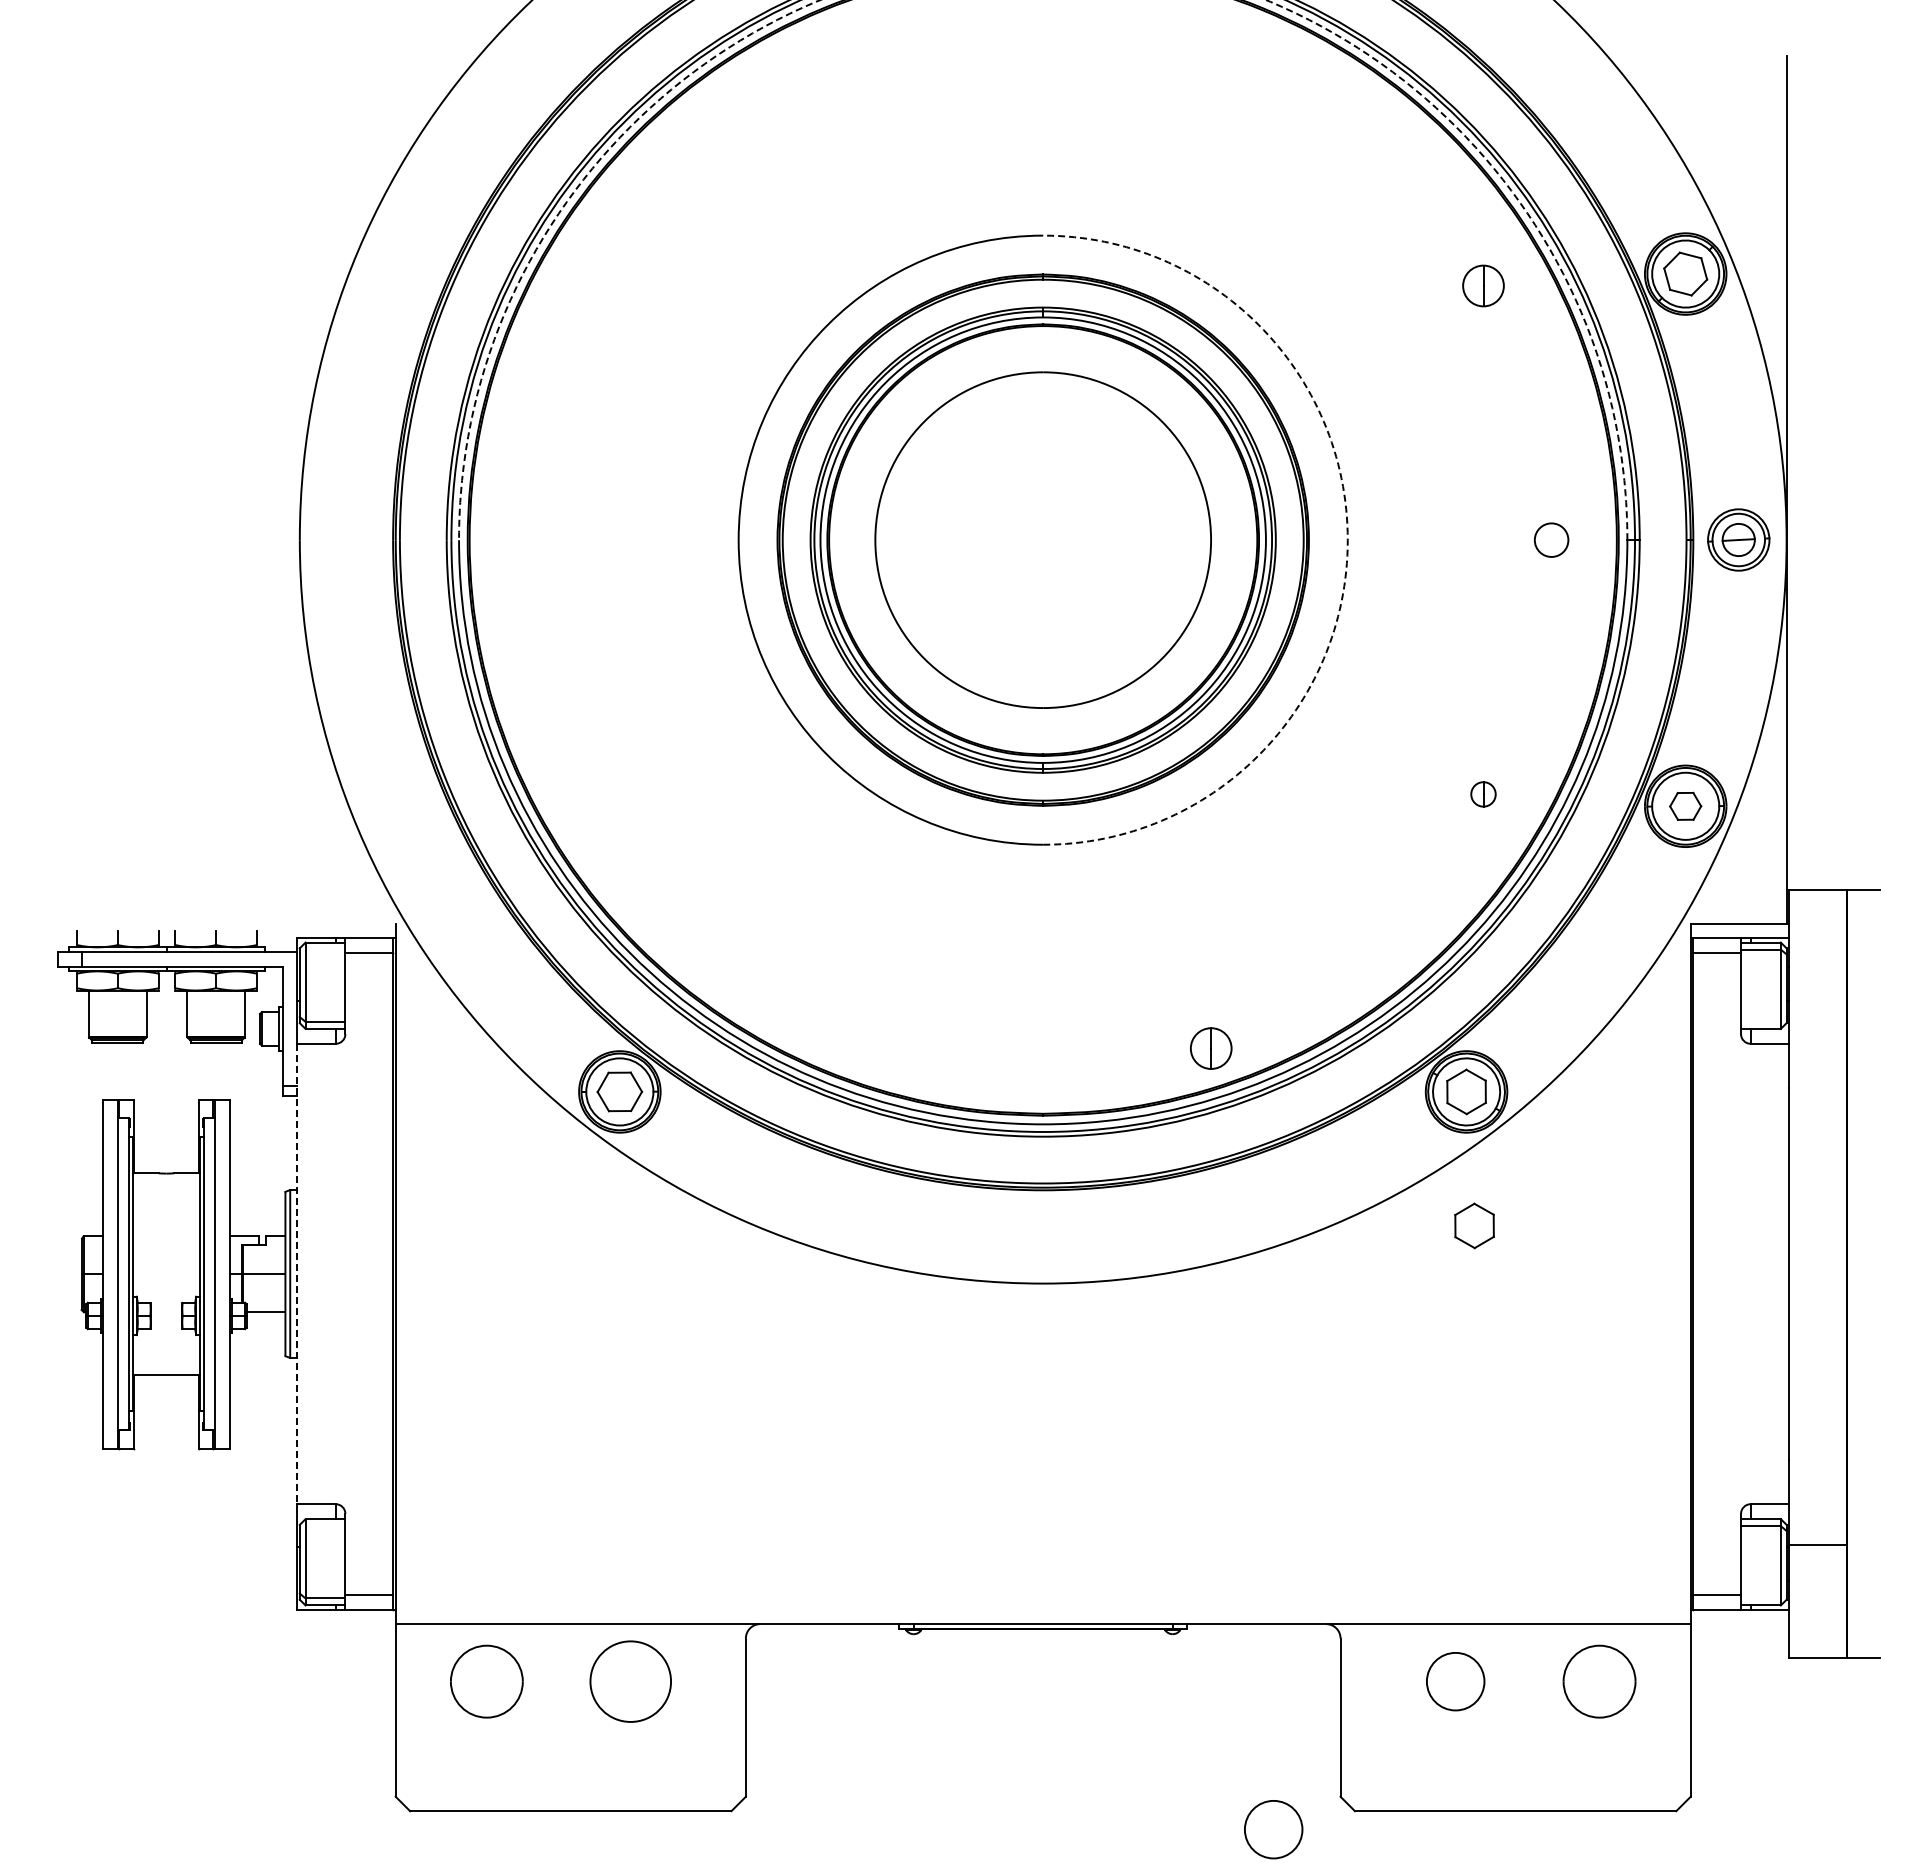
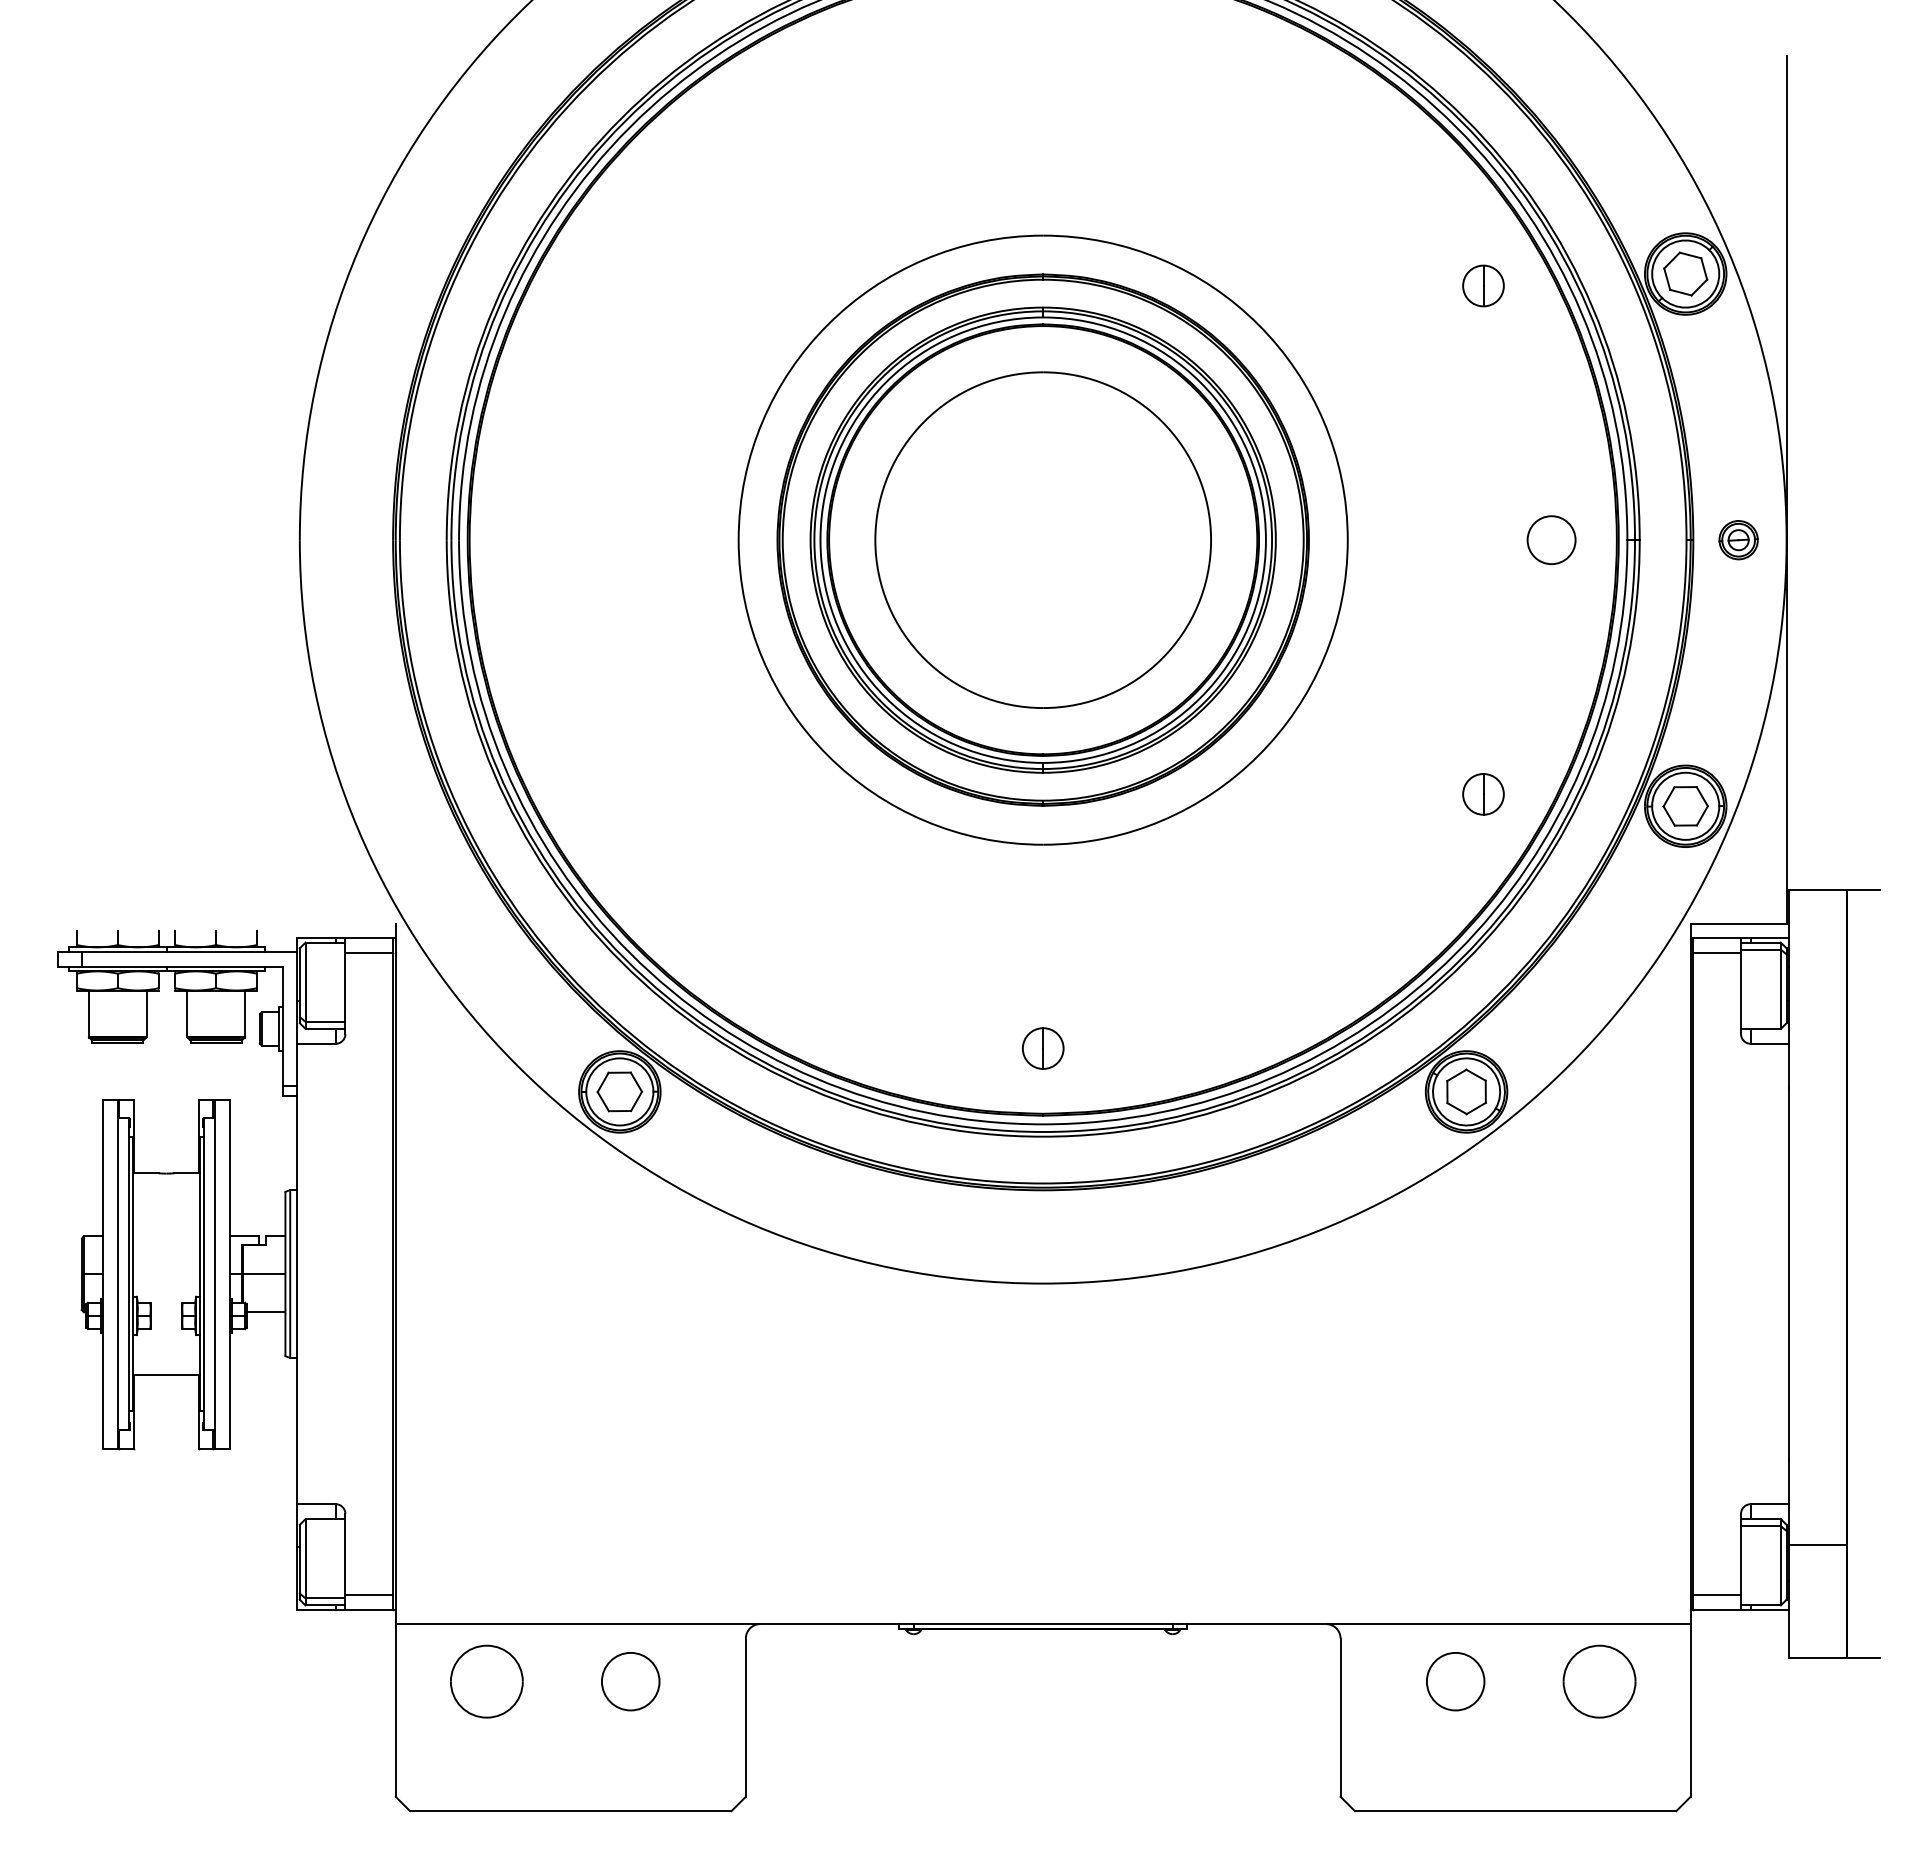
arc at (820, 0): dashed -> solid
circle at (1551, 539) diameter: 34 px -> 48 px
part at (1738, 539) size: 64x64 px -> 41x41 px
arc at (1347, 540): dashed -> solid
part at (1483, 794) size: 27x27 px -> 43x43 px
part at (1685, 805) size: 34x30 px -> 47x41 px
part at (1211, 1048) position: (1211, 1048) -> (1043, 1048)
part at (1474, 1225): present -> none
line at (297, 1274): dashed -> solid
circle at (630, 1681) diameter: 81 px -> 58 px
circle at (1273, 1829): present -> none
